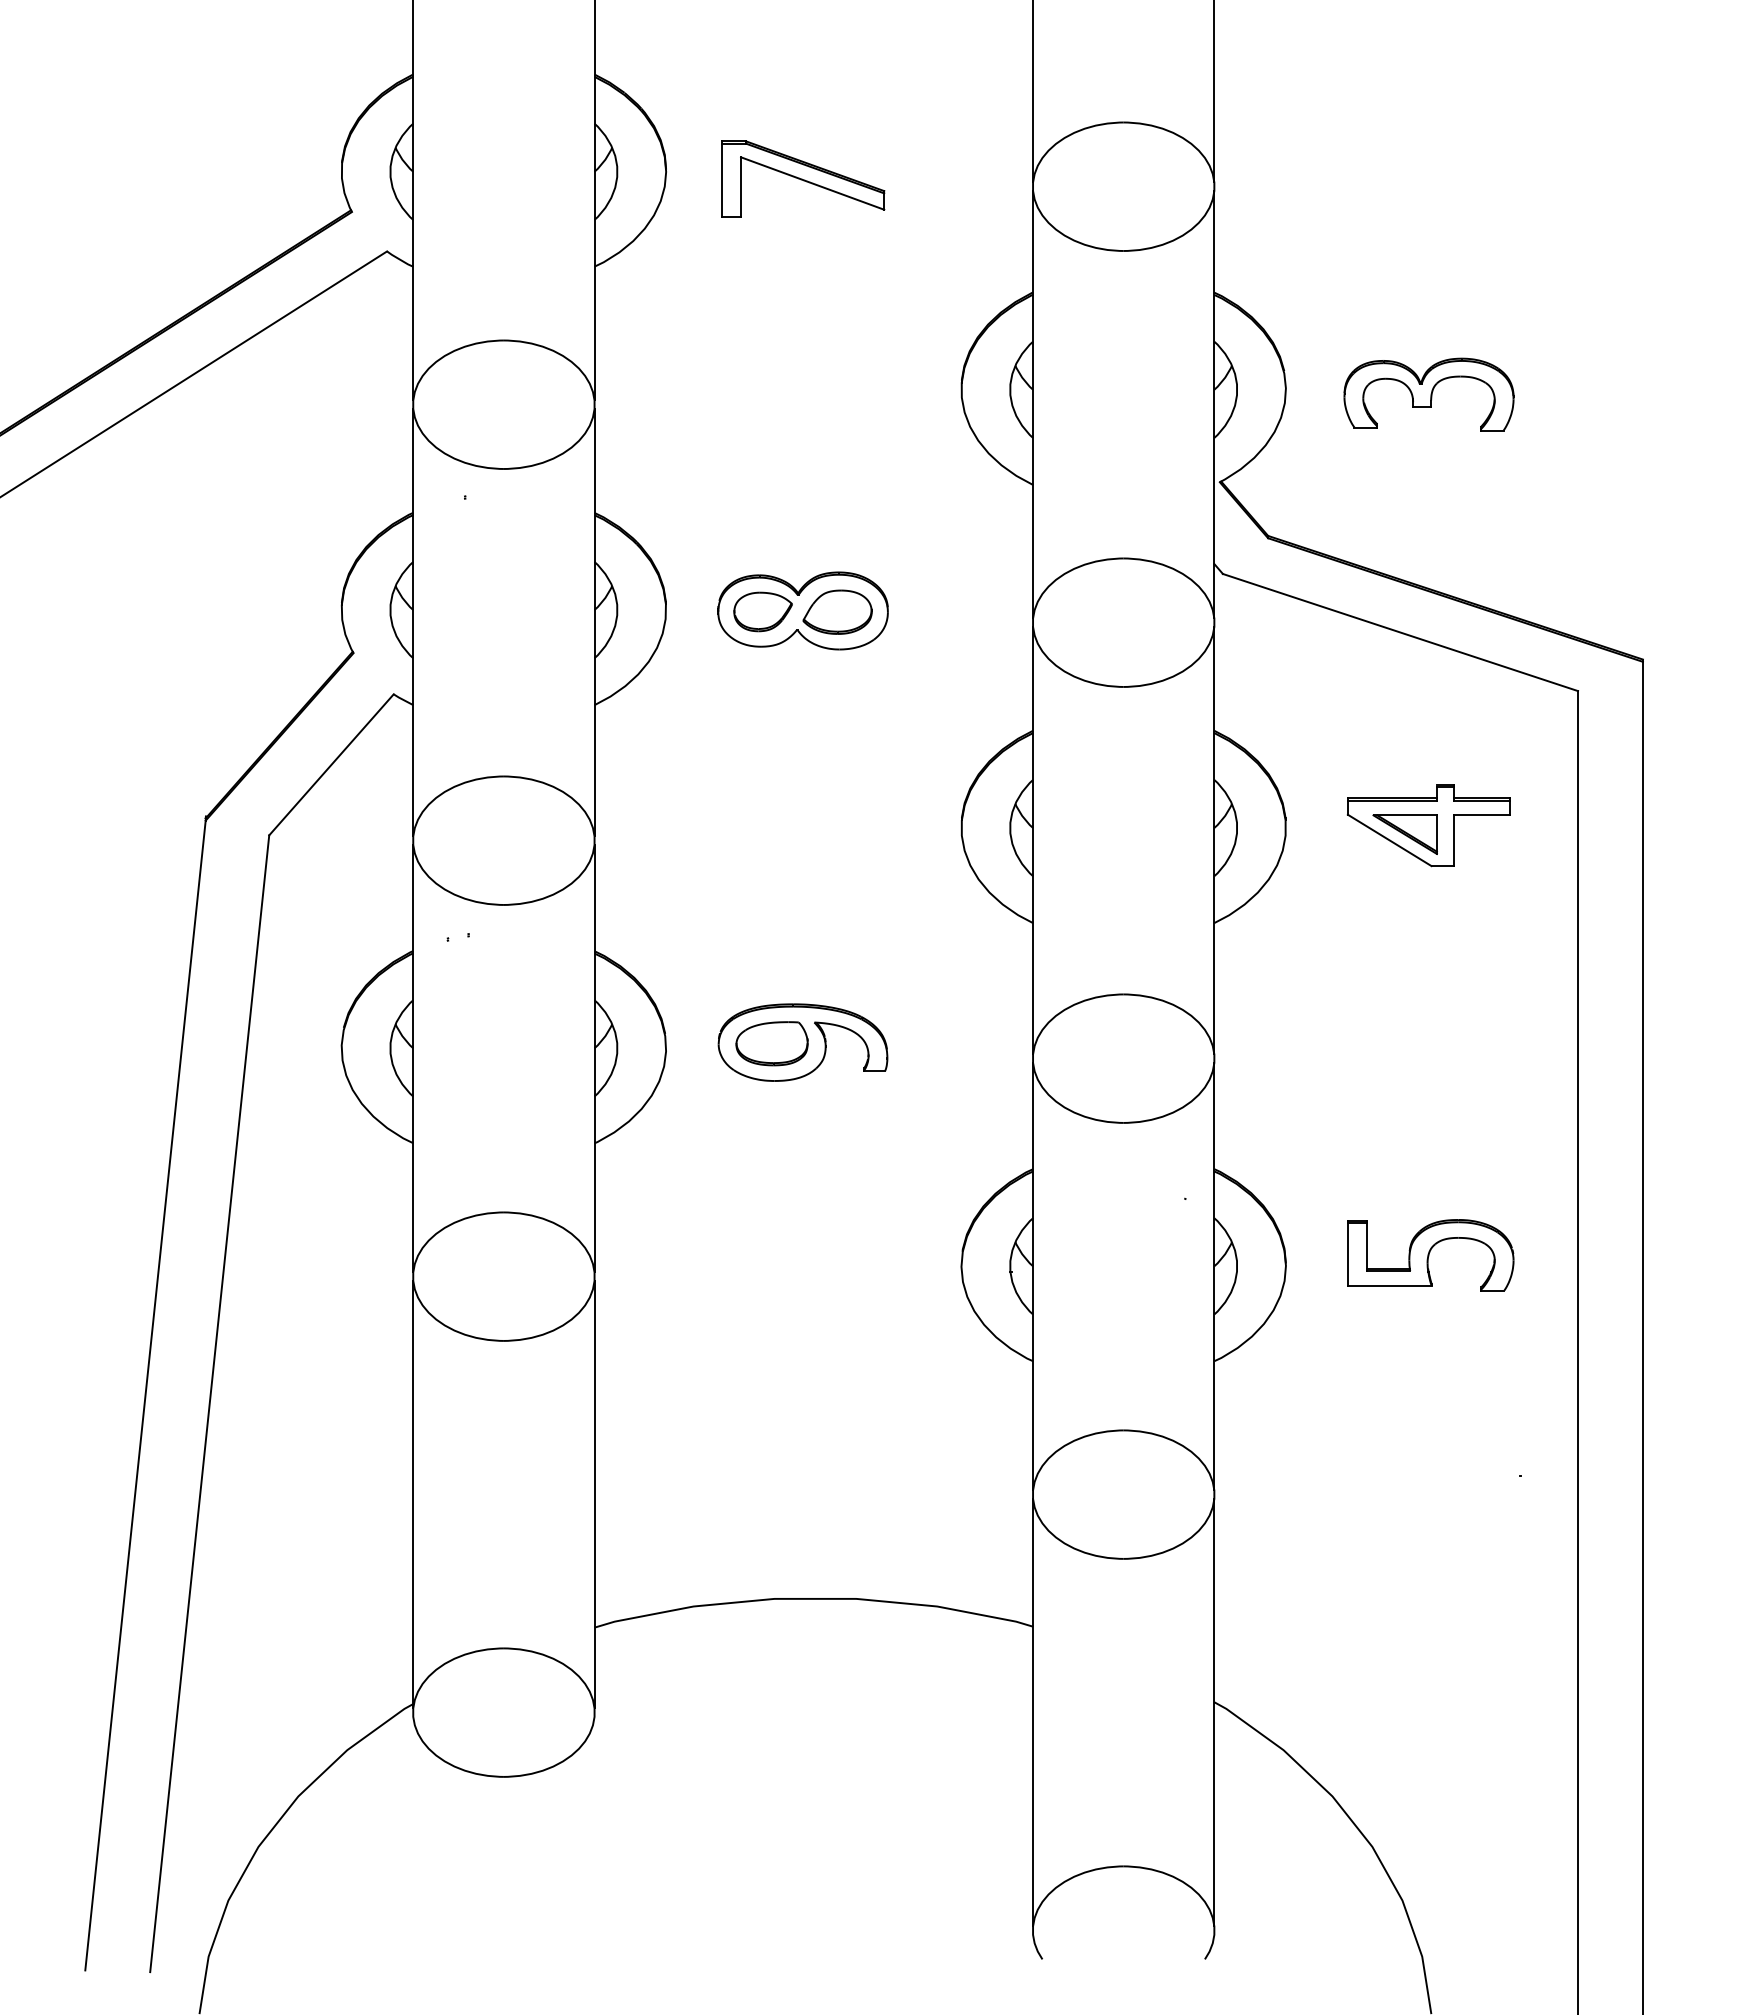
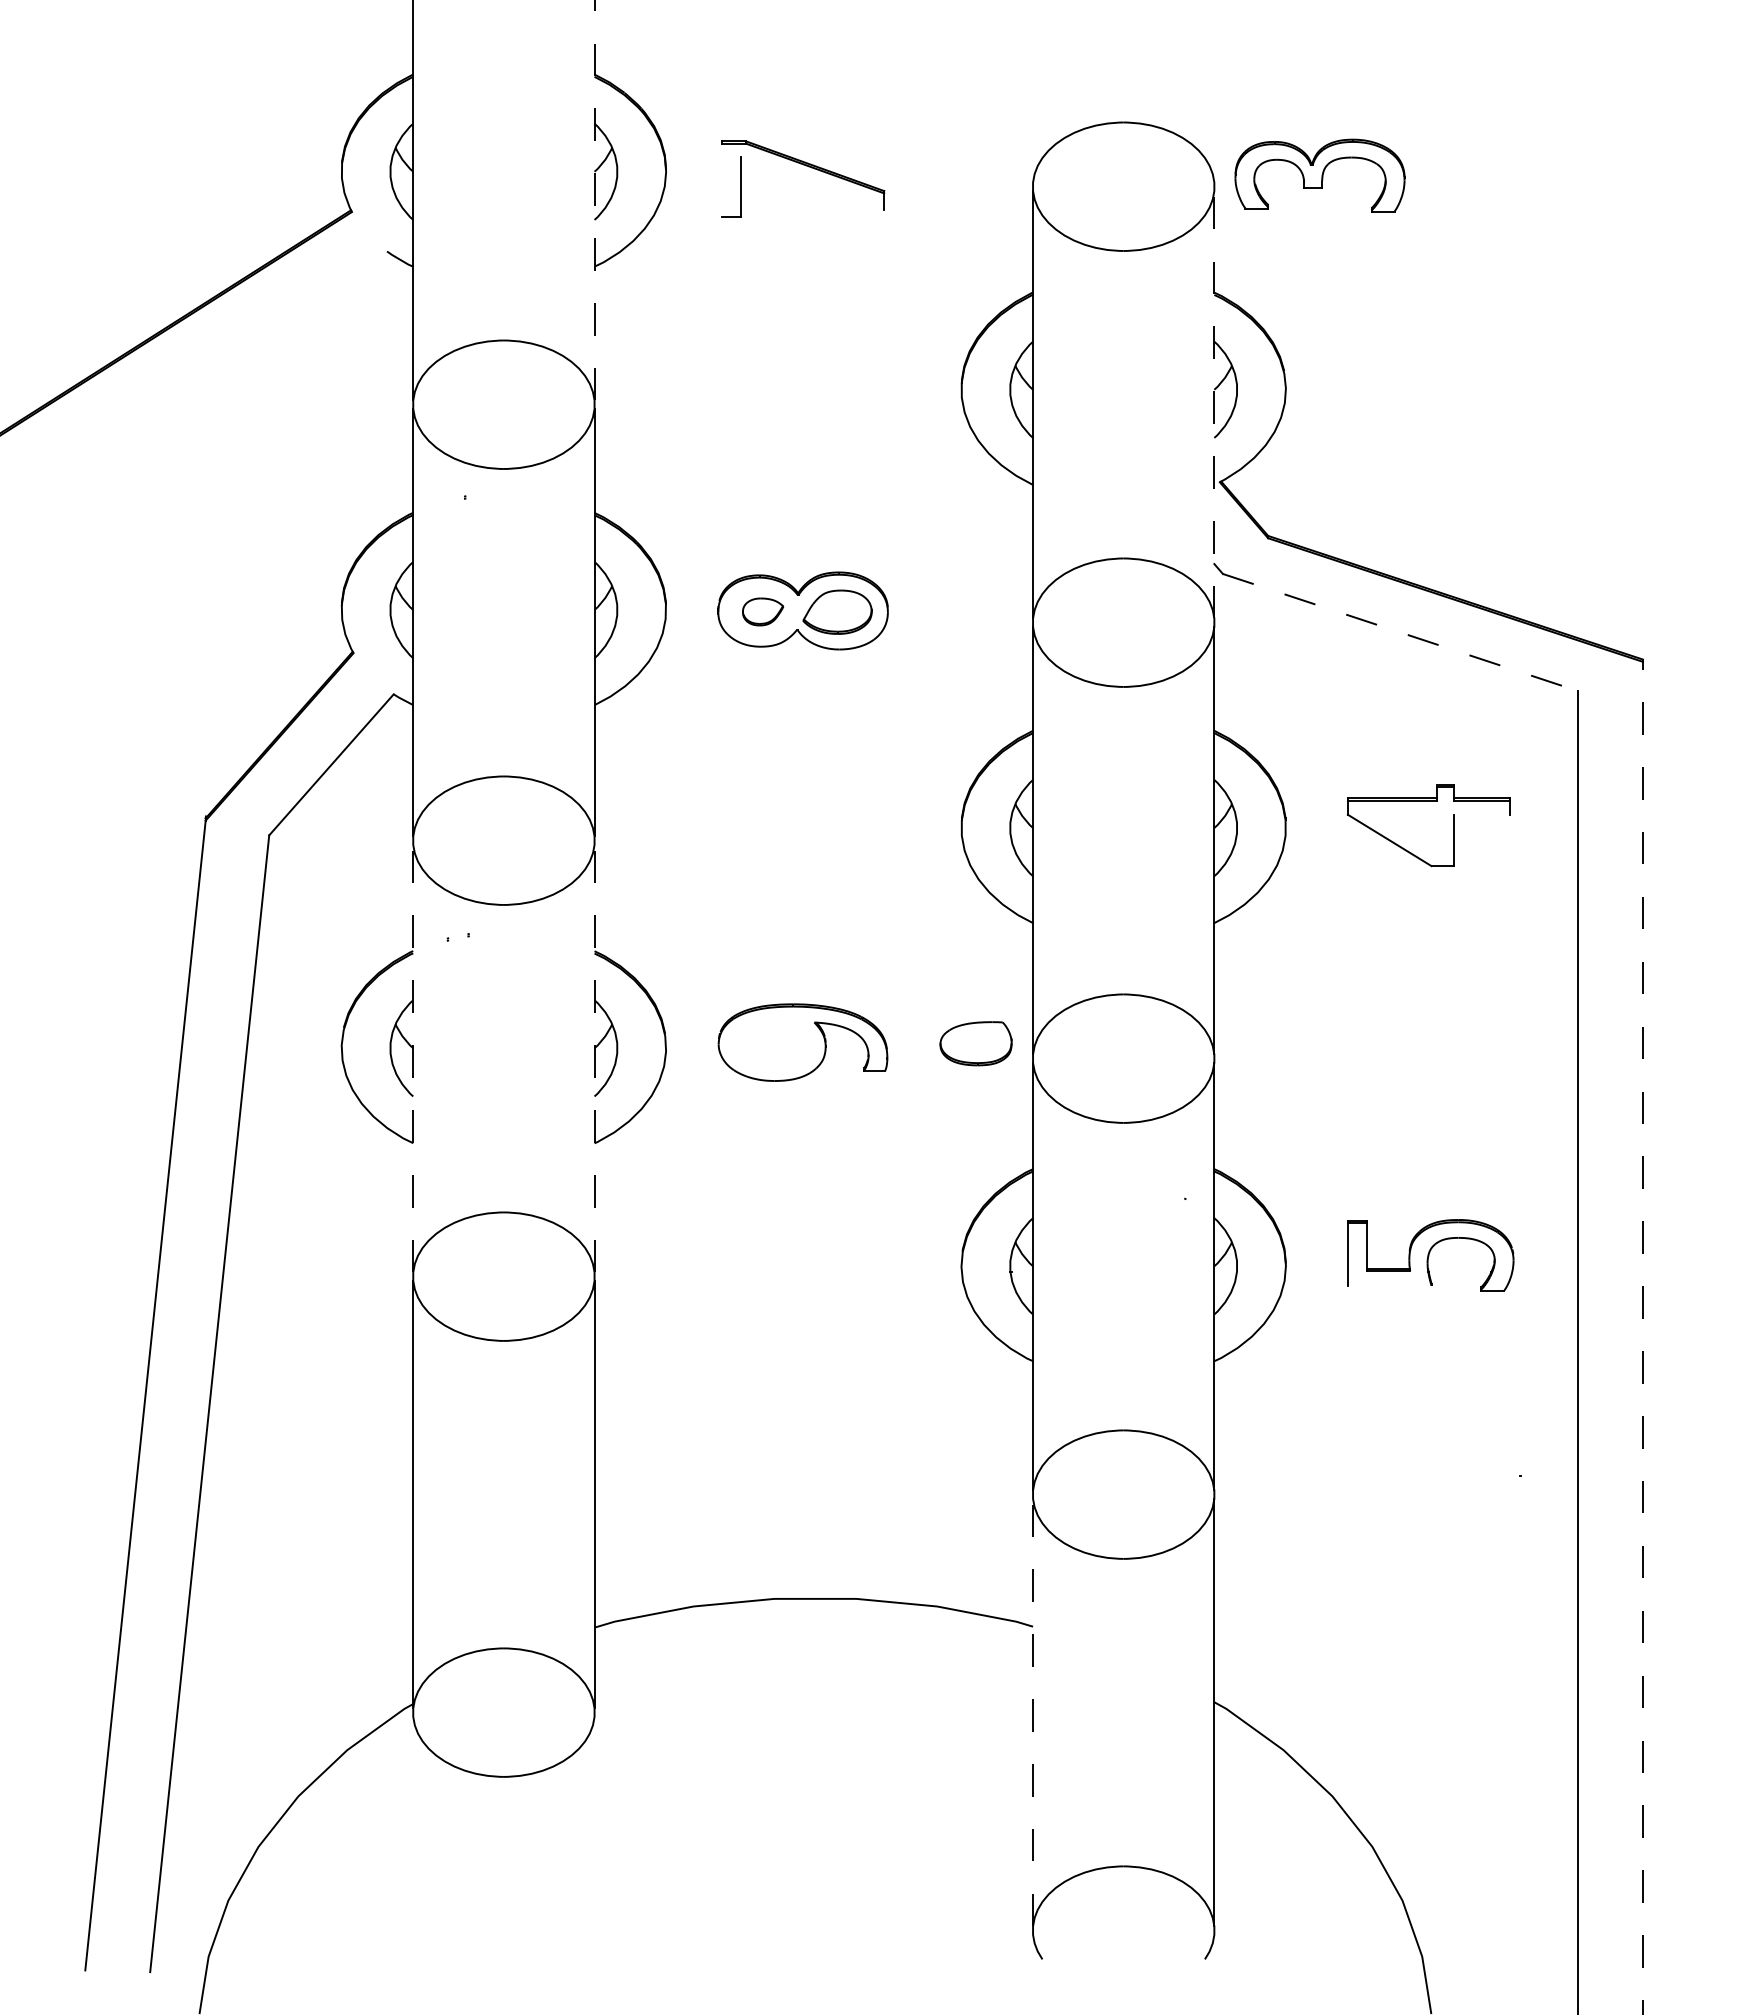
line at (1033, 92): present -> none
line at (1214, 92): present -> none
line at (721, 179): present -> none
line at (812, 183): present -> none
line at (594, 199): solid -> dashed
line at (194, 373): present -> none
part at (1428, 394) position: (1428, 394) -> (1319, 175)
line at (1214, 404): solid -> dashed
part at (762, 611) size: 60x42 px -> 43x30 px
line at (1400, 632): solid -> dashed
line at (1482, 815): present -> none
part at (1404, 834): present -> none
part at (771, 1043) position: (771, 1043) -> (975, 1043)
line at (413, 1058): solid -> dashed
line at (594, 1058): solid -> dashed
line at (1389, 1285): present -> none
line at (1642, 1337): solid -> dashed
line at (1033, 1712): solid -> dashed
